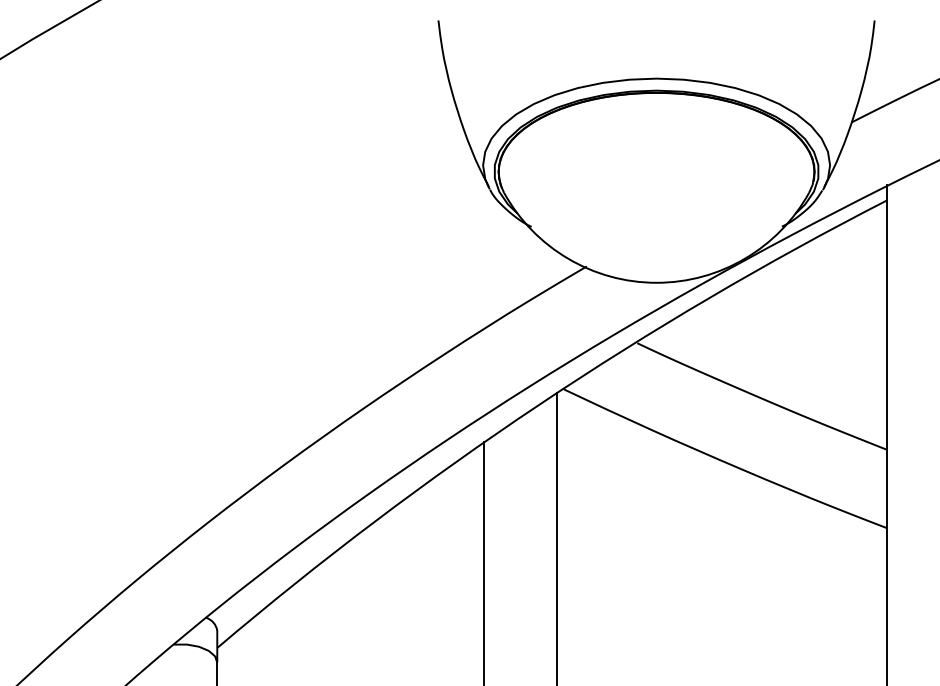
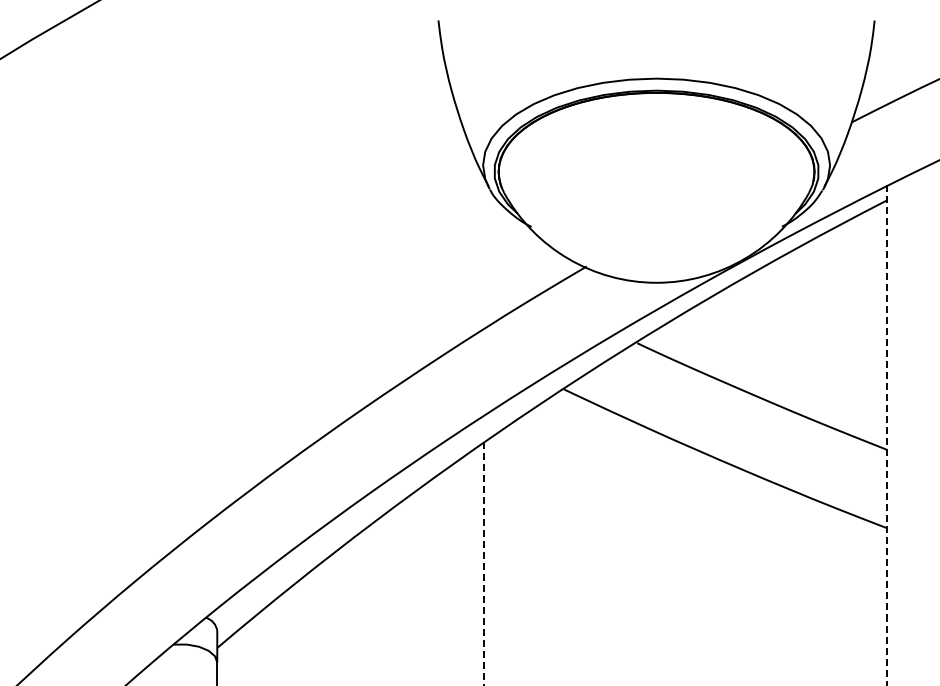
line at (886, 435): solid -> dashed
line at (556, 537): present -> none
line at (483, 564): solid -> dashed
